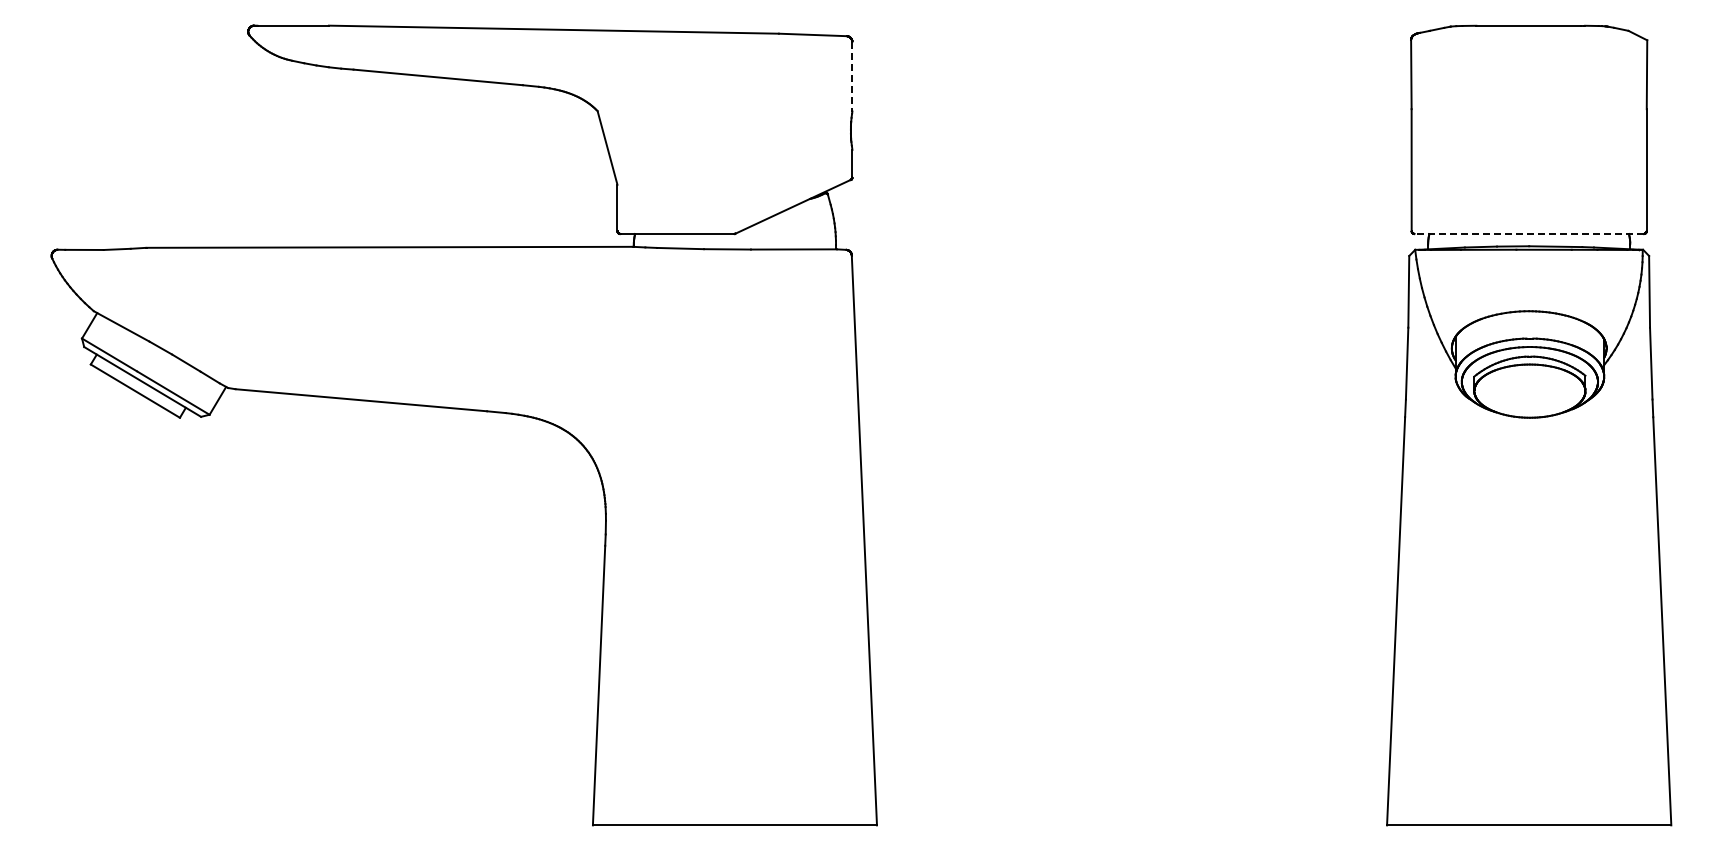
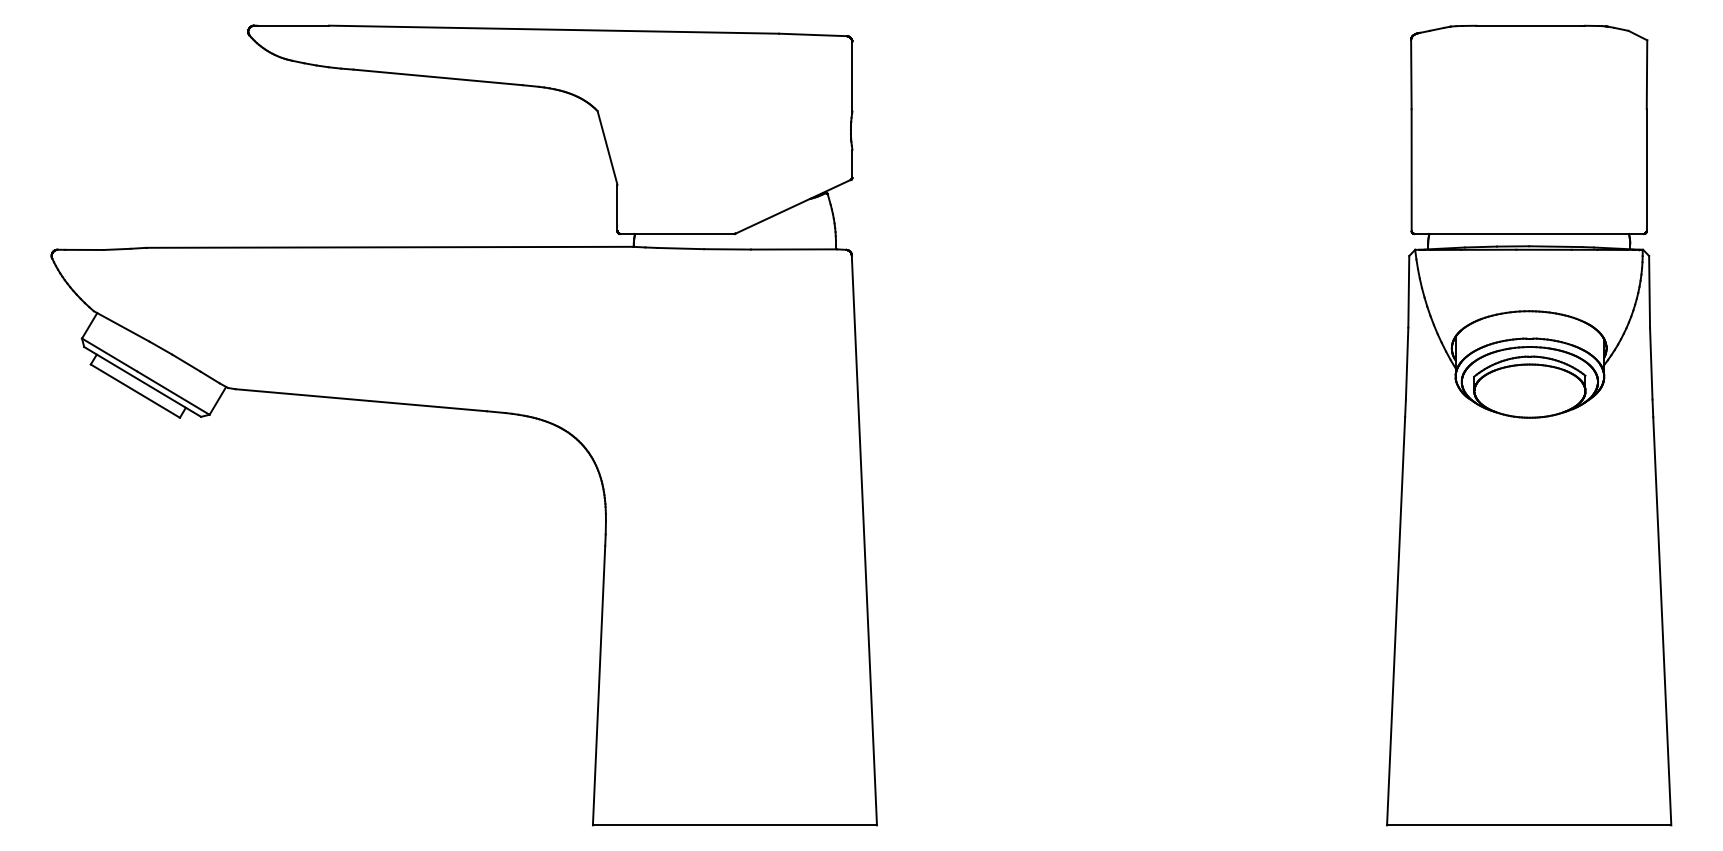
line at (852, 76): dashed -> solid
line at (1528, 233): dashed -> solid
